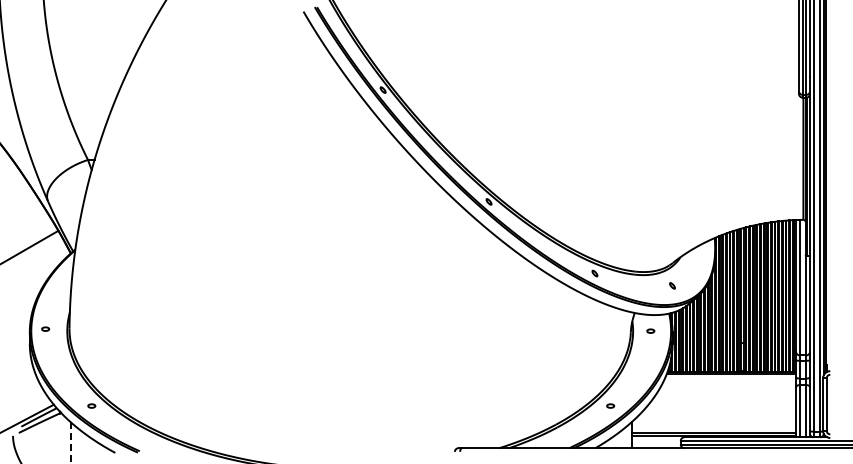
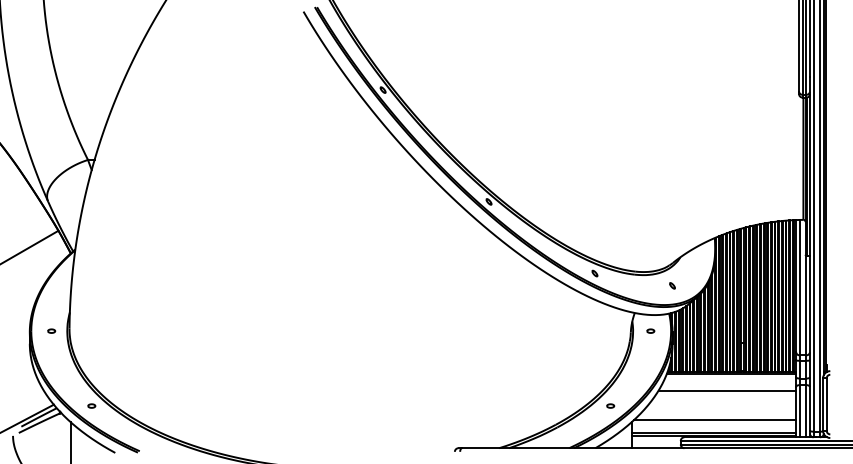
part at (45, 328) position: (45, 328) -> (51, 330)
line at (727, 390): none -> present
line at (715, 419): none -> present
line at (70, 442): dashed -> solid
